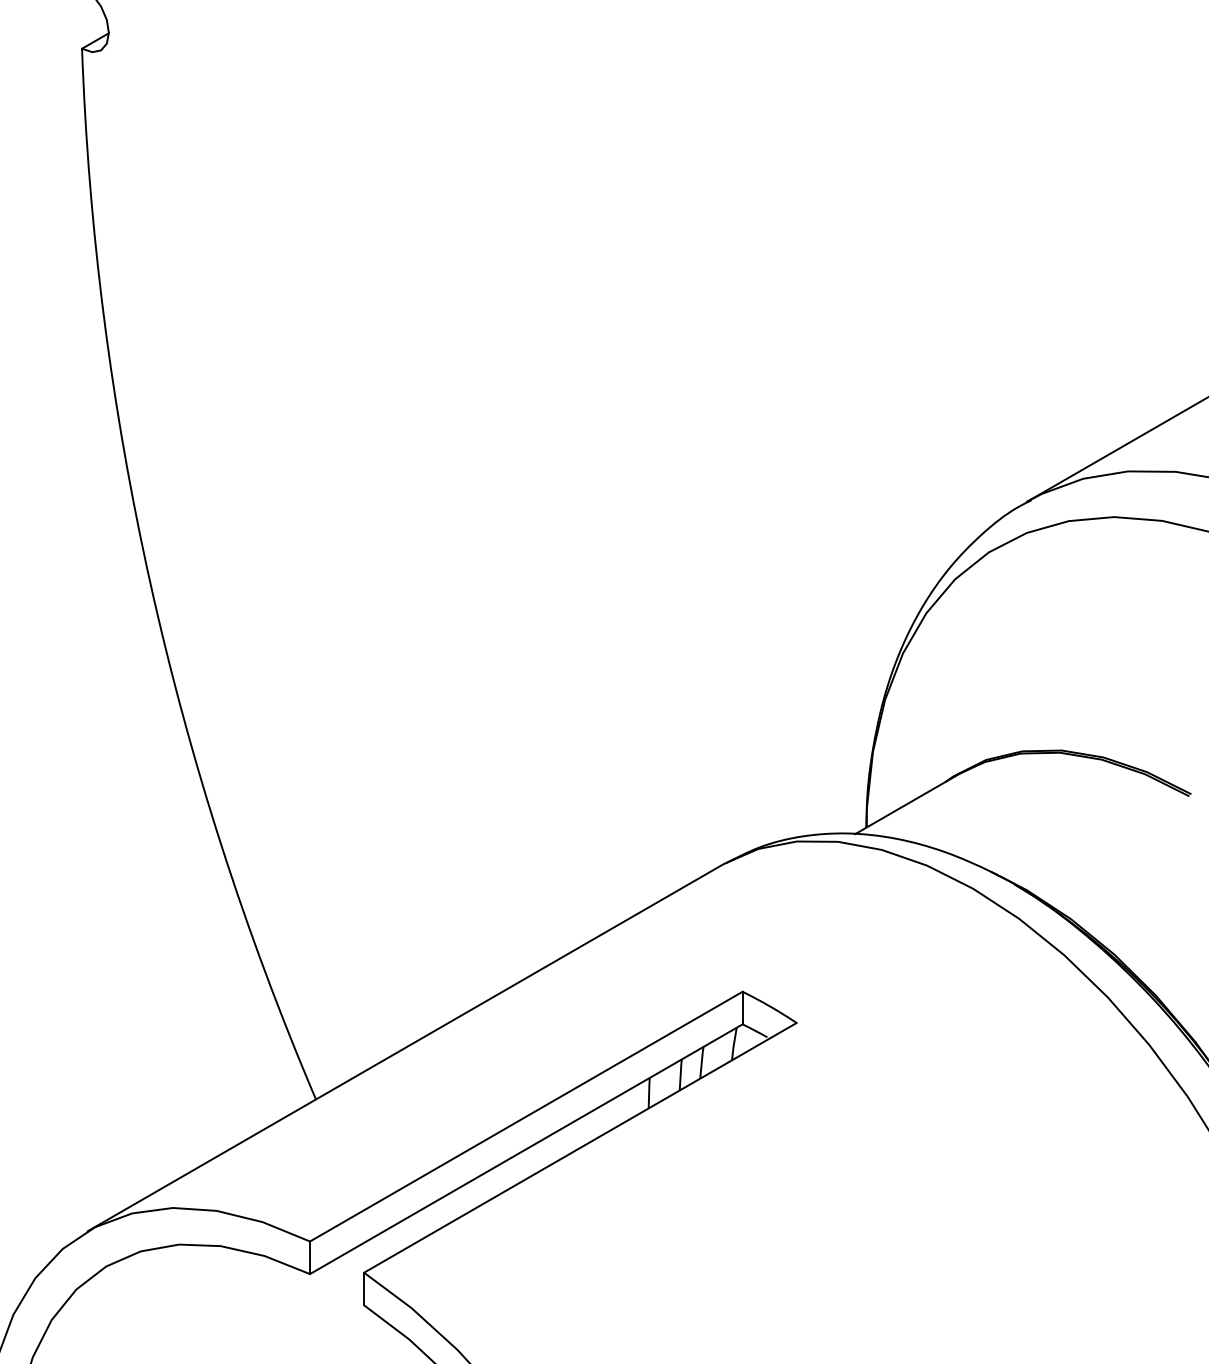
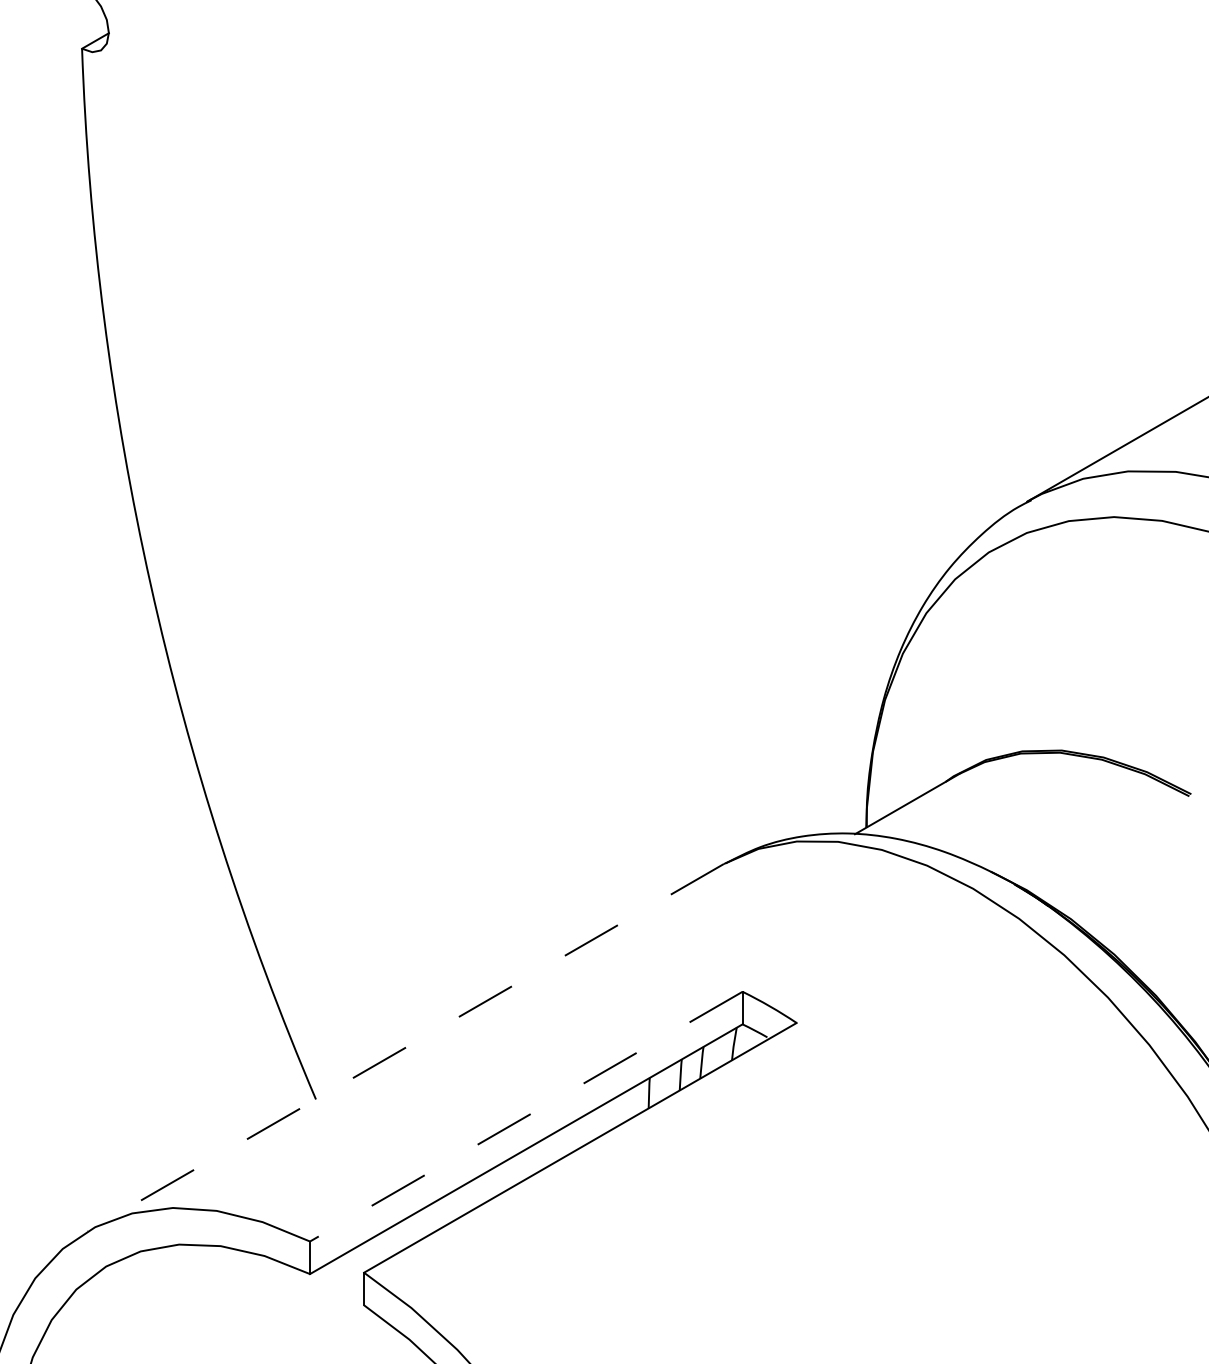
line at (405, 1047): solid -> dashed
line at (526, 1116): solid -> dashed
